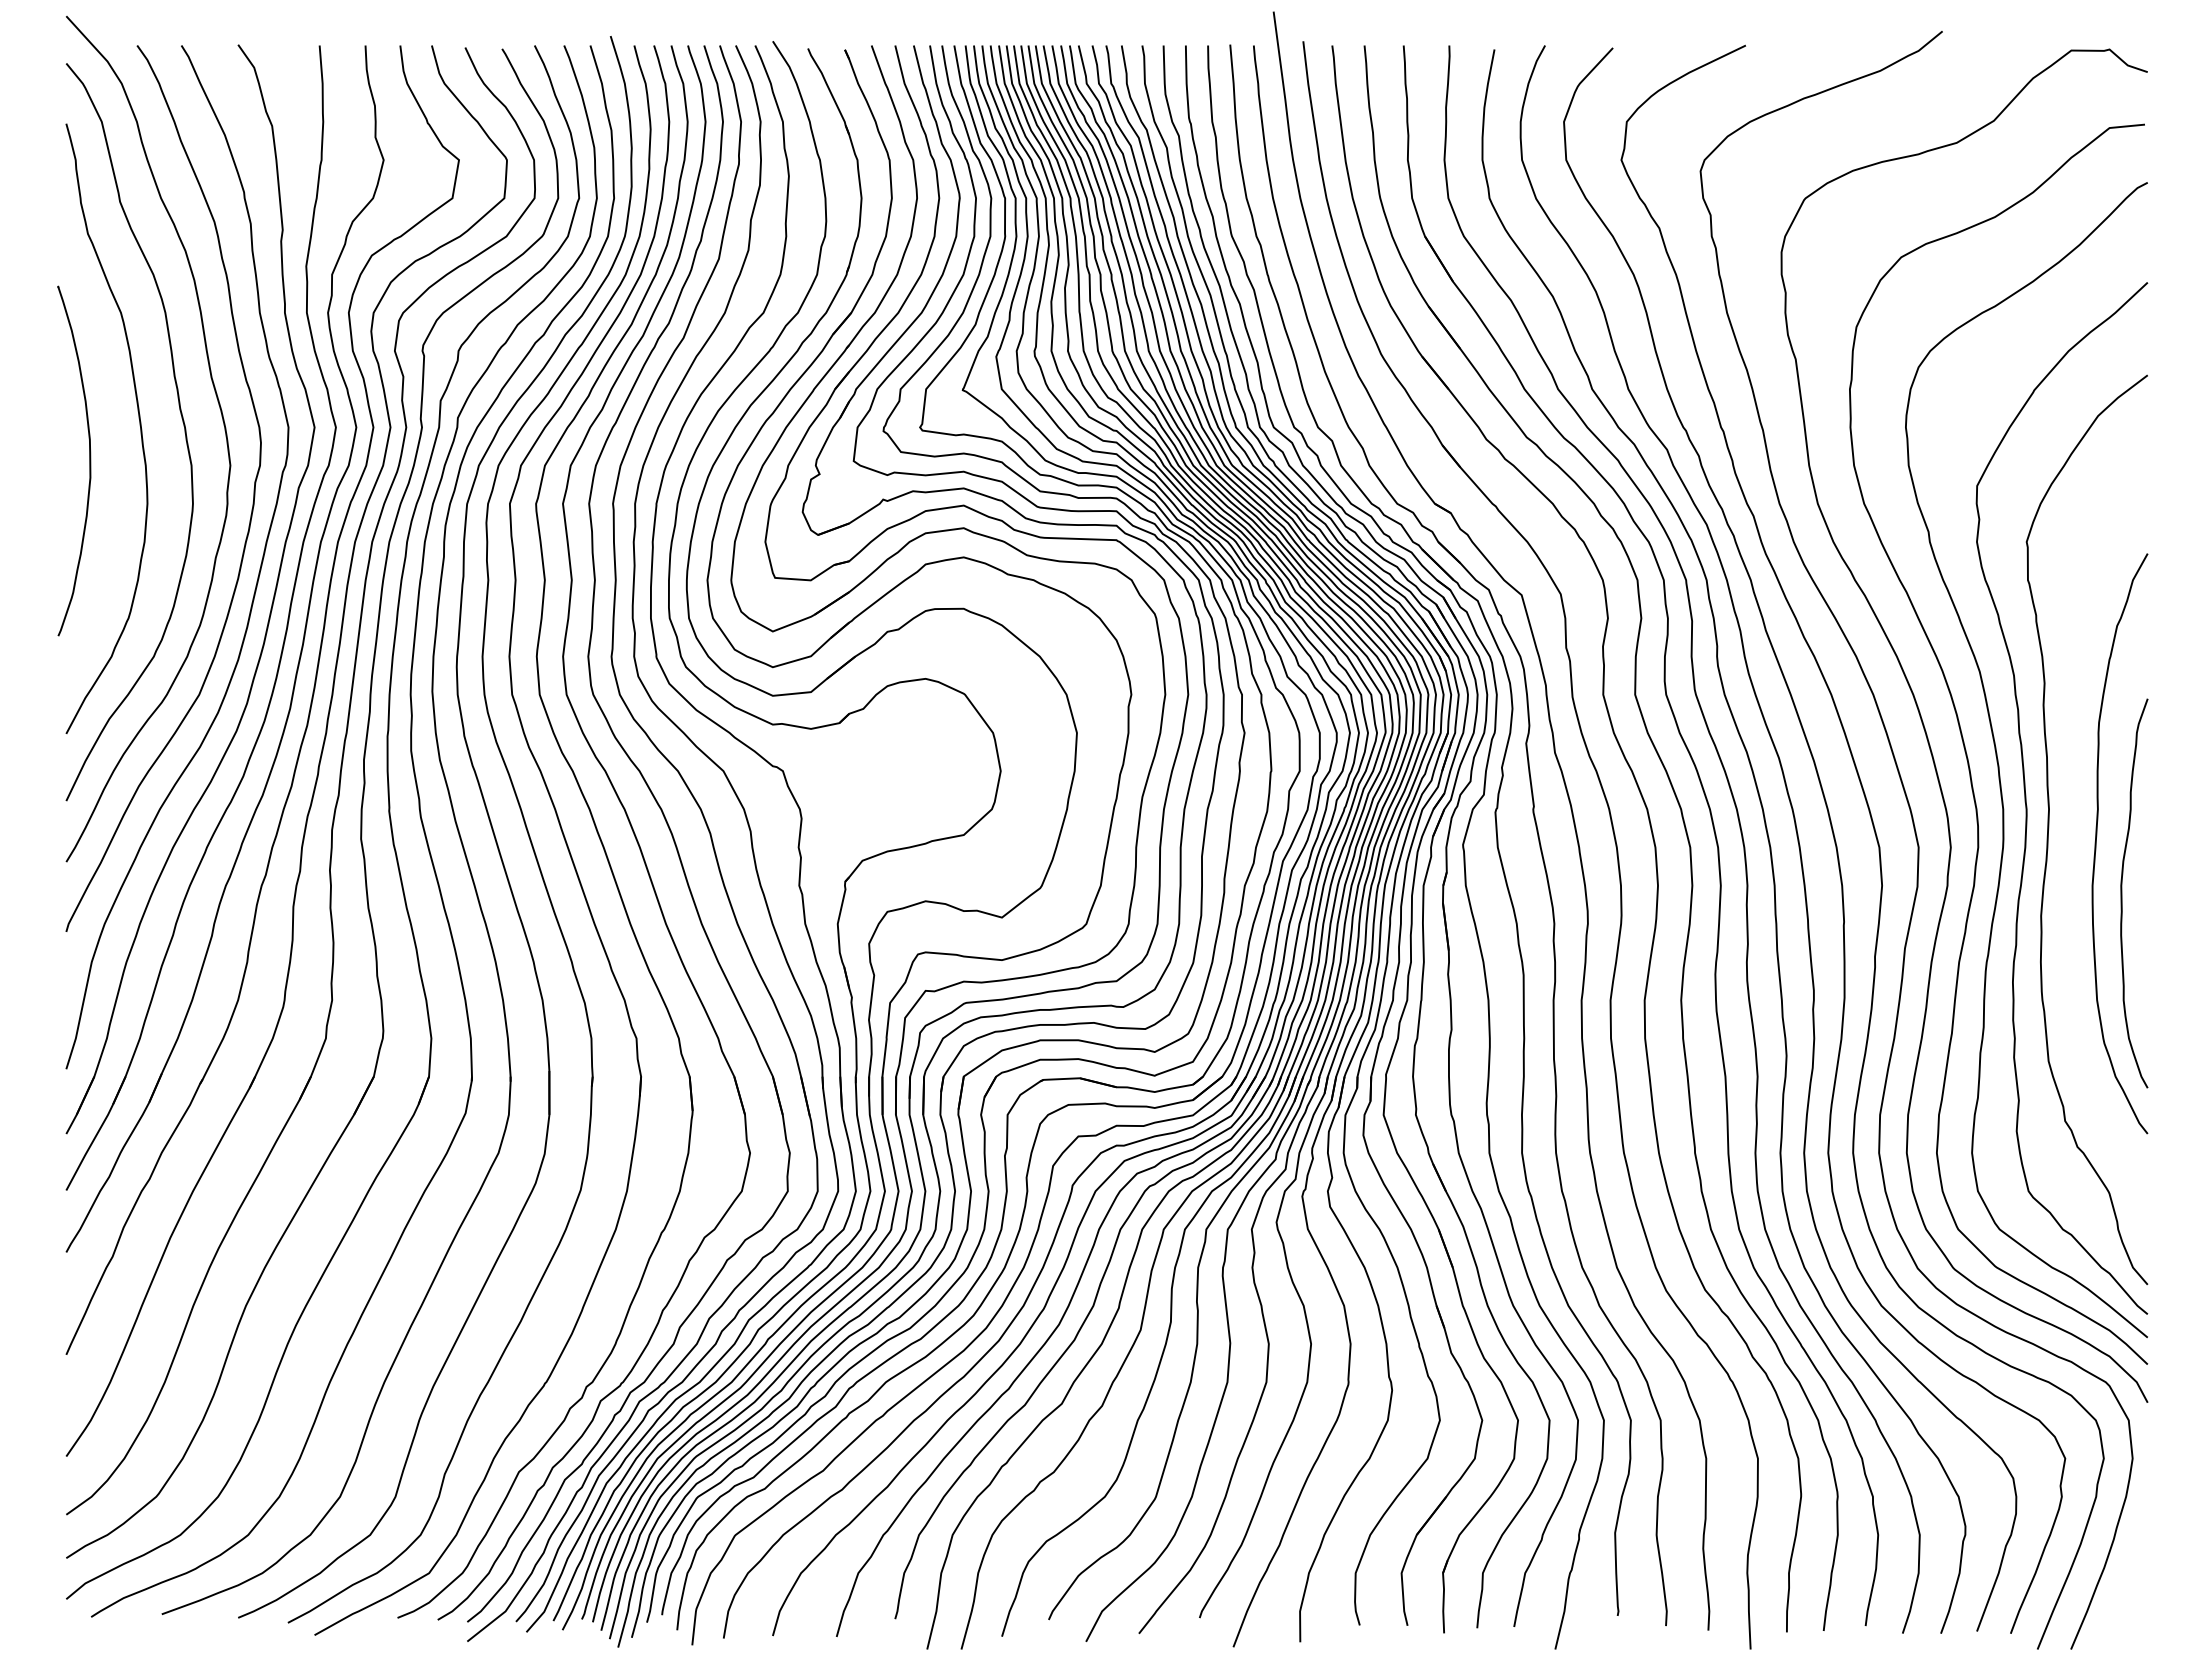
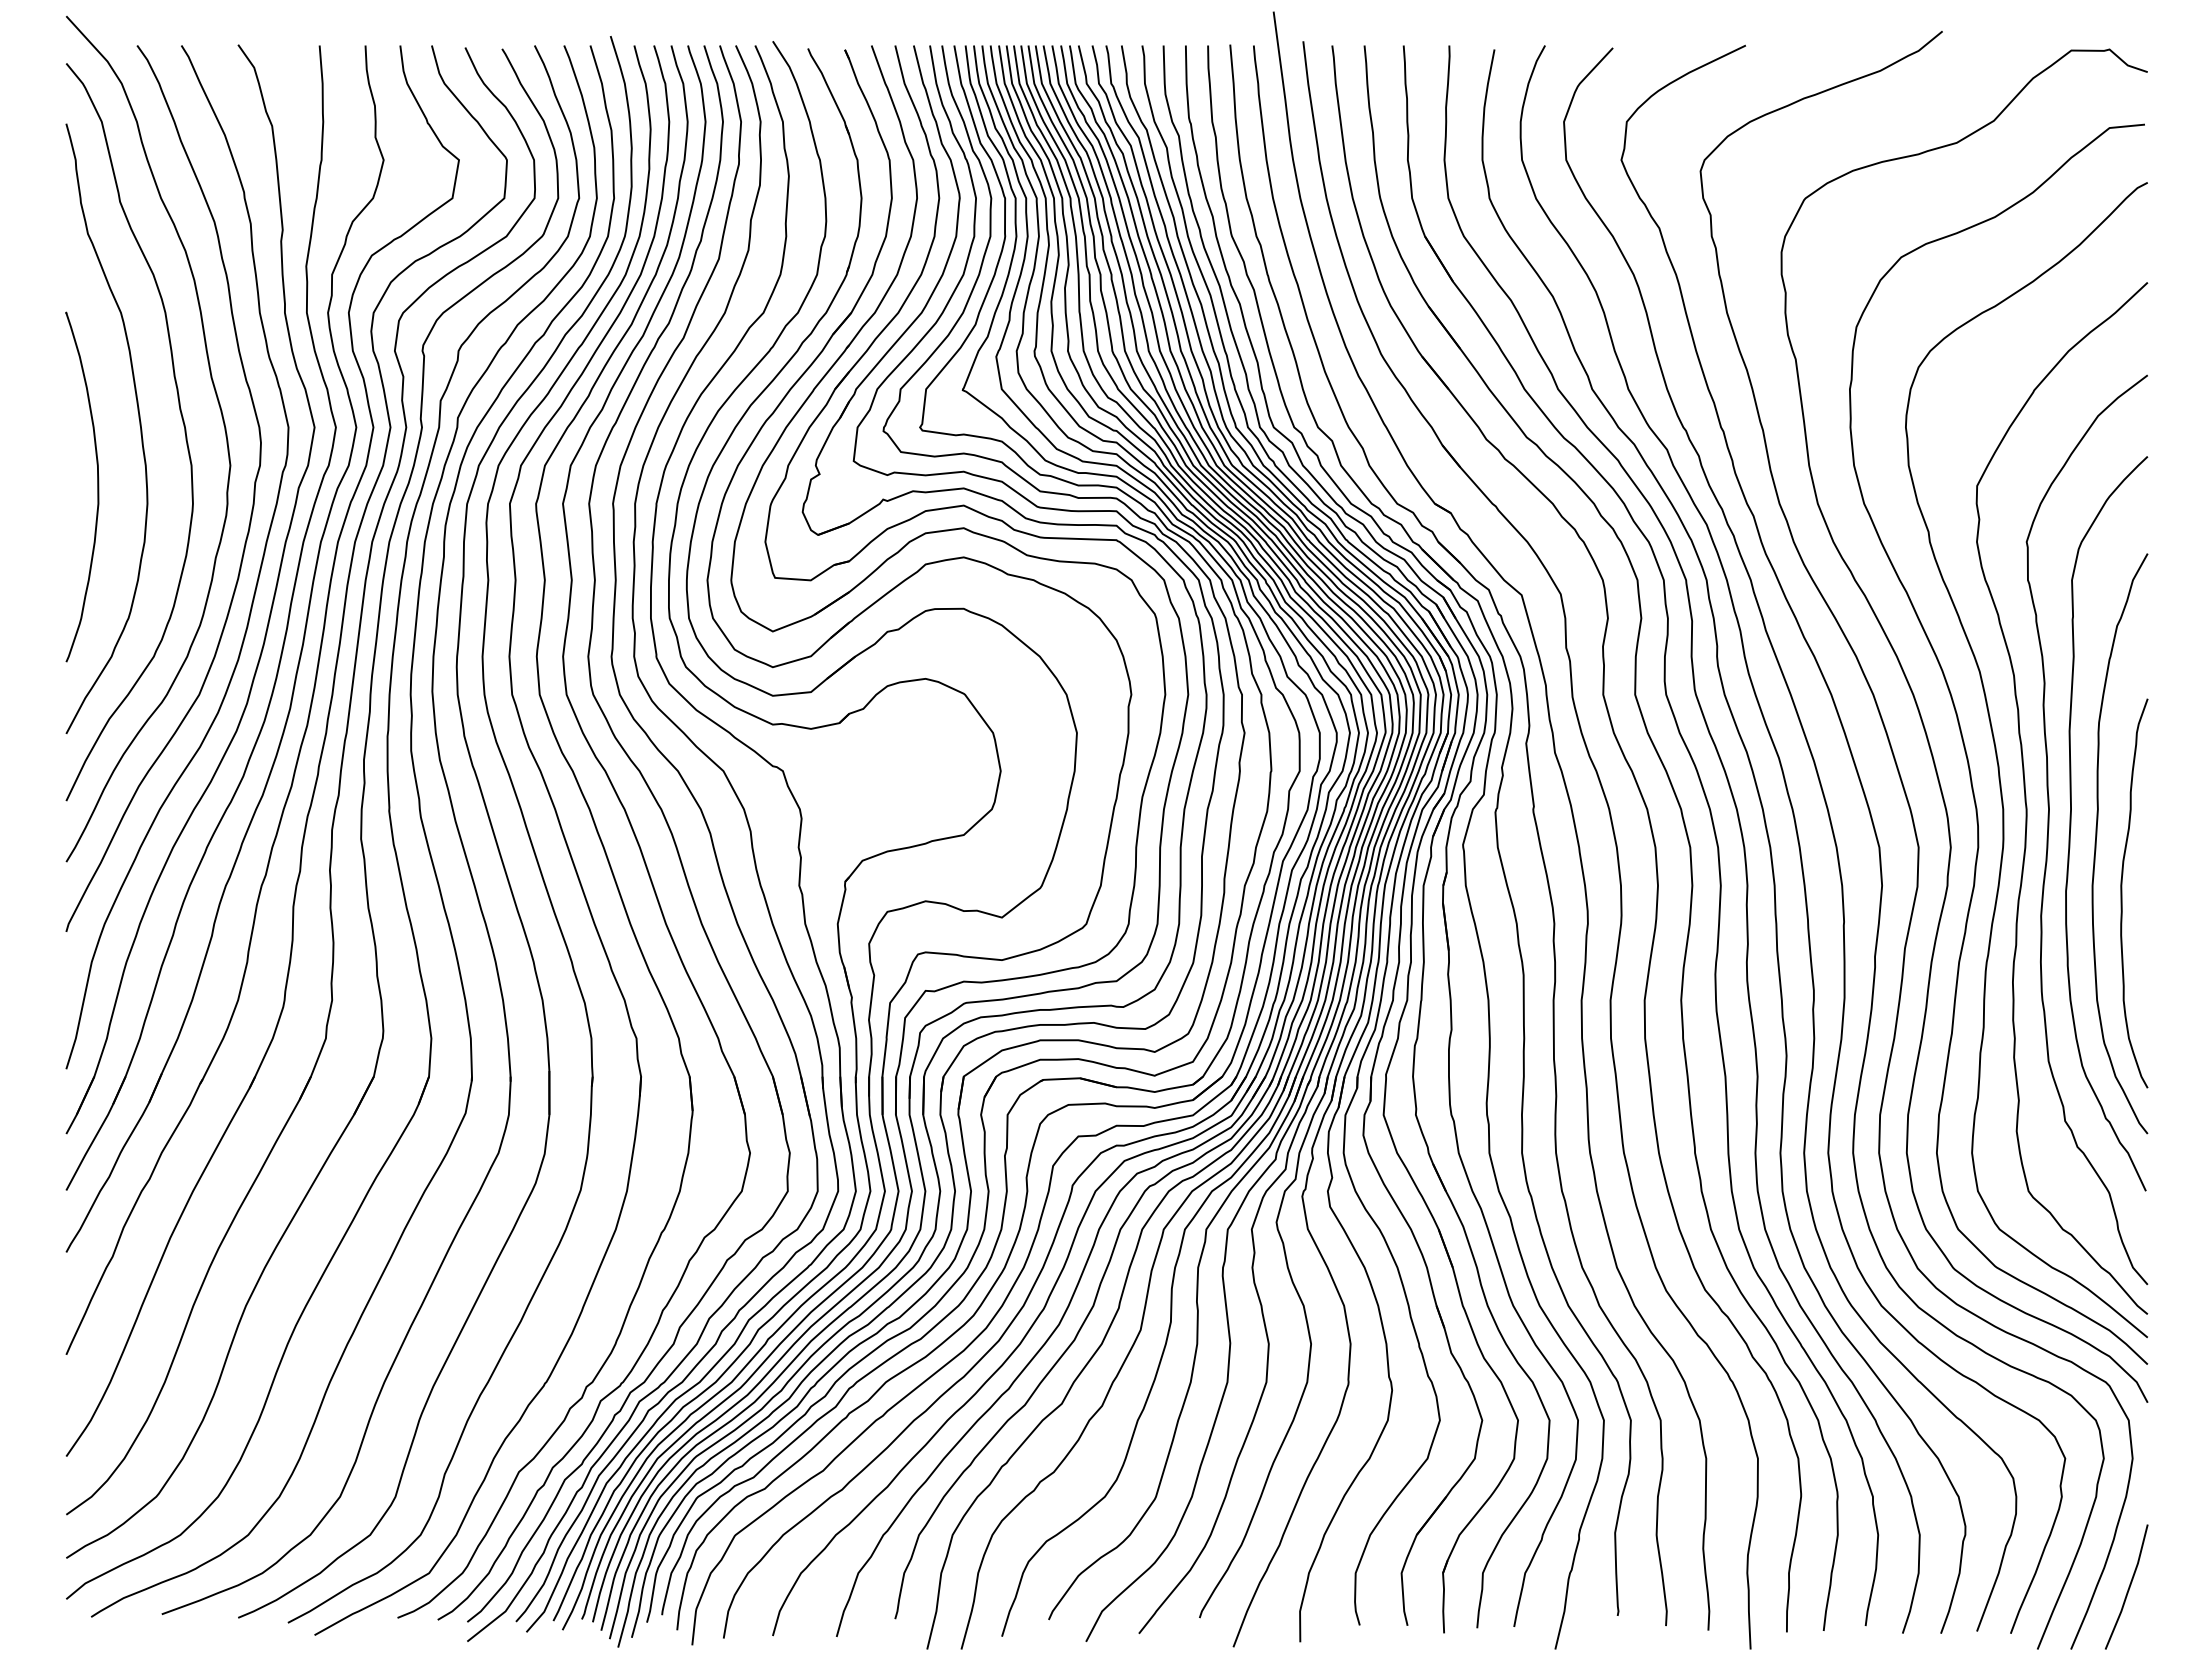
part at (89, 460) position: (89, 460) -> (97, 486)
curve at (2071, 823): none -> present
line at (2128, 1586): none -> present
